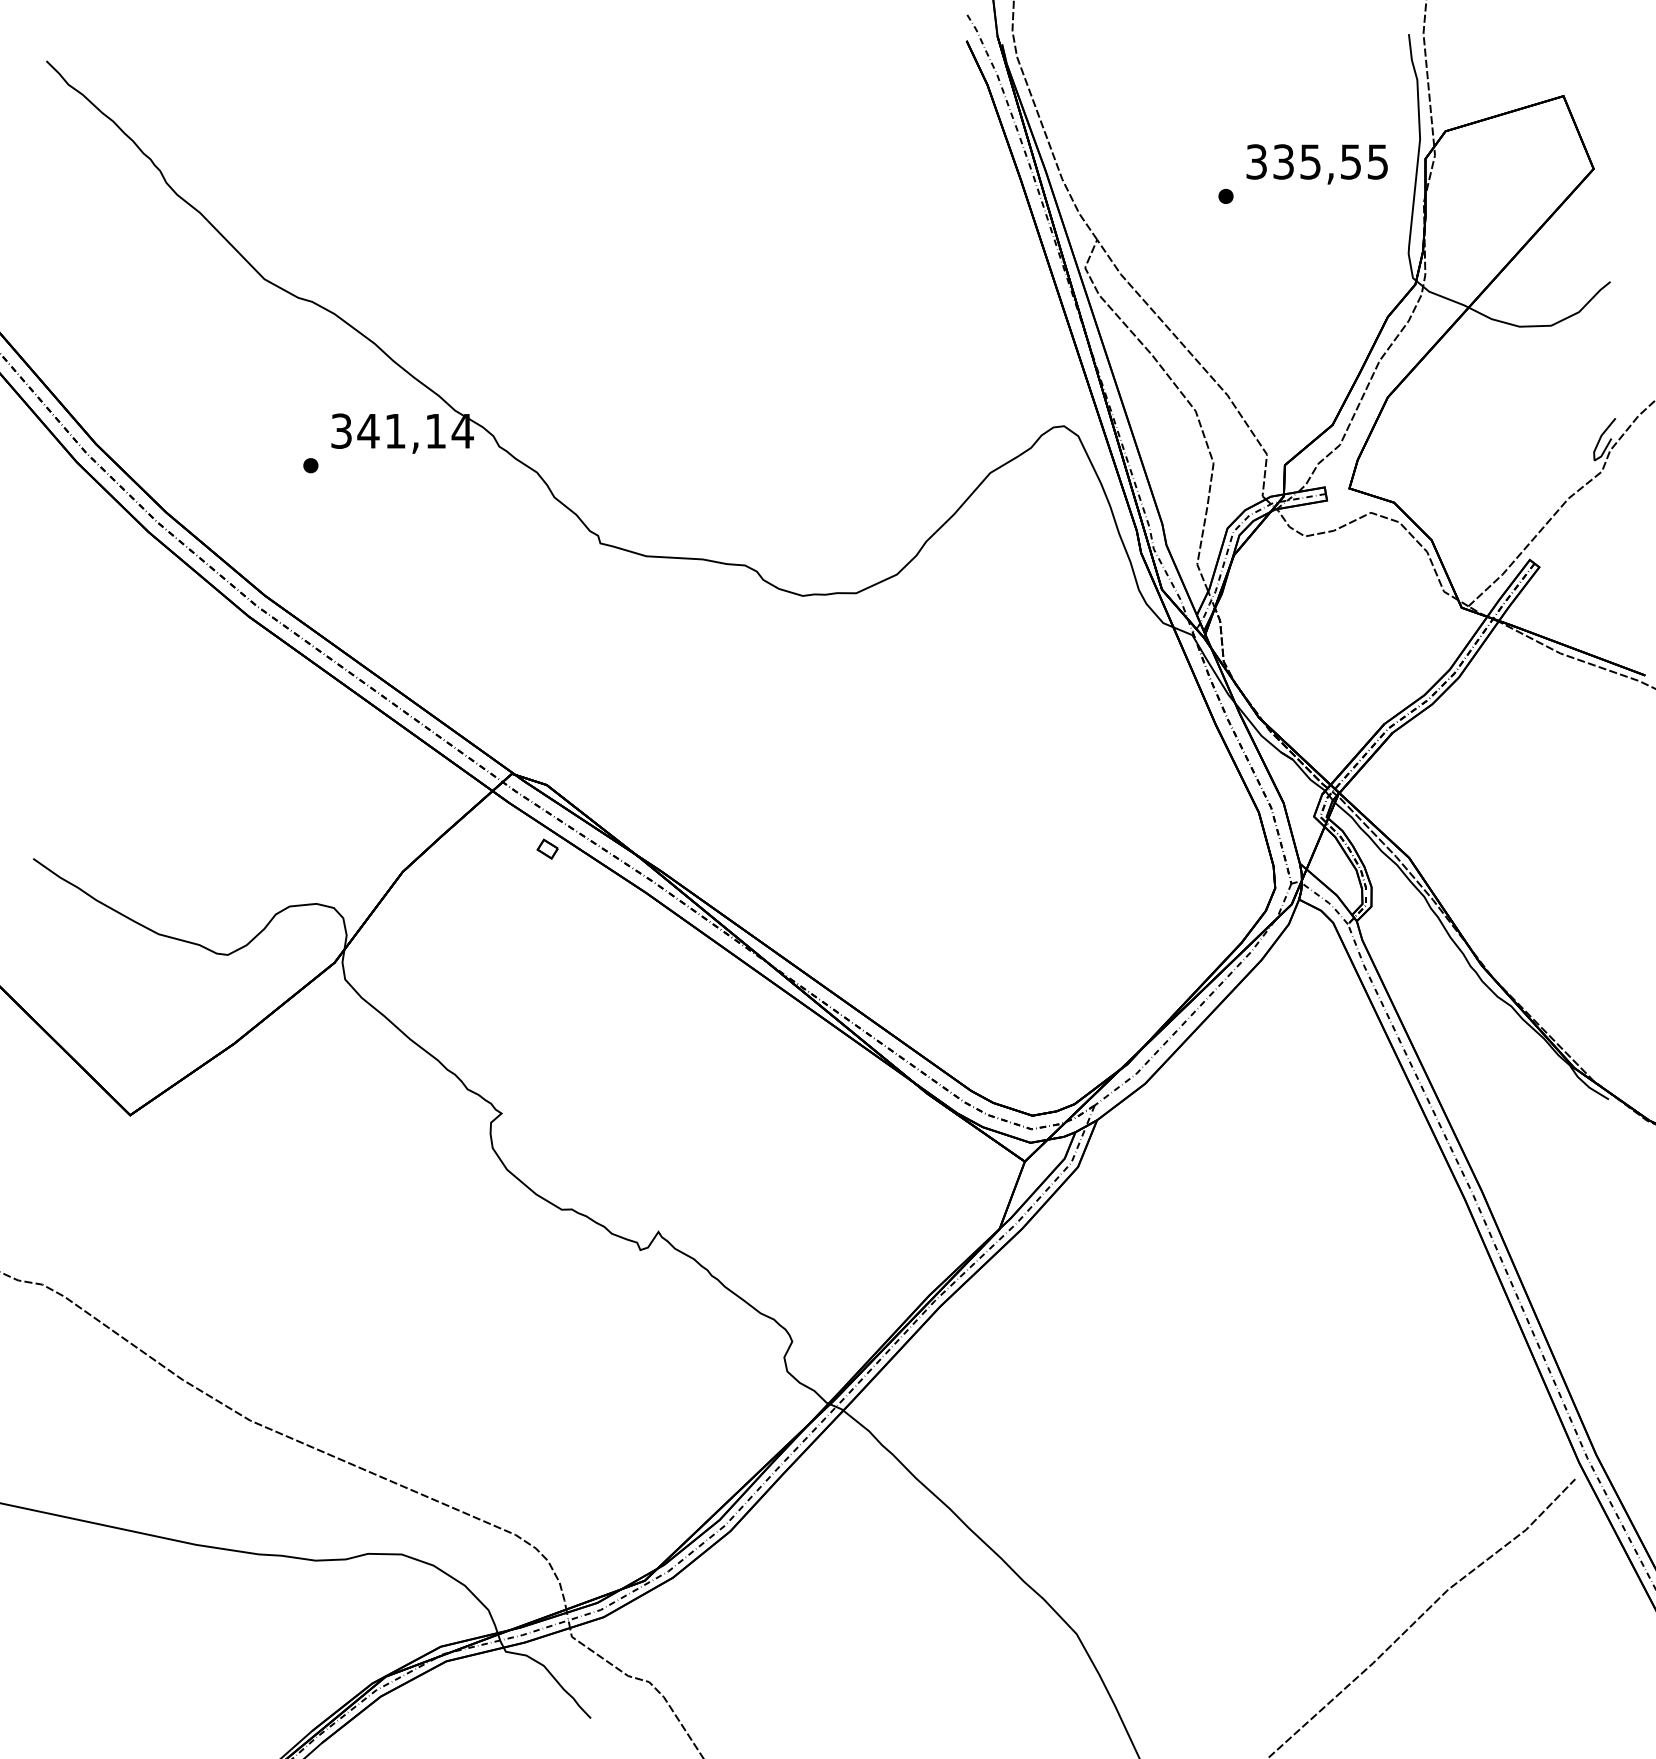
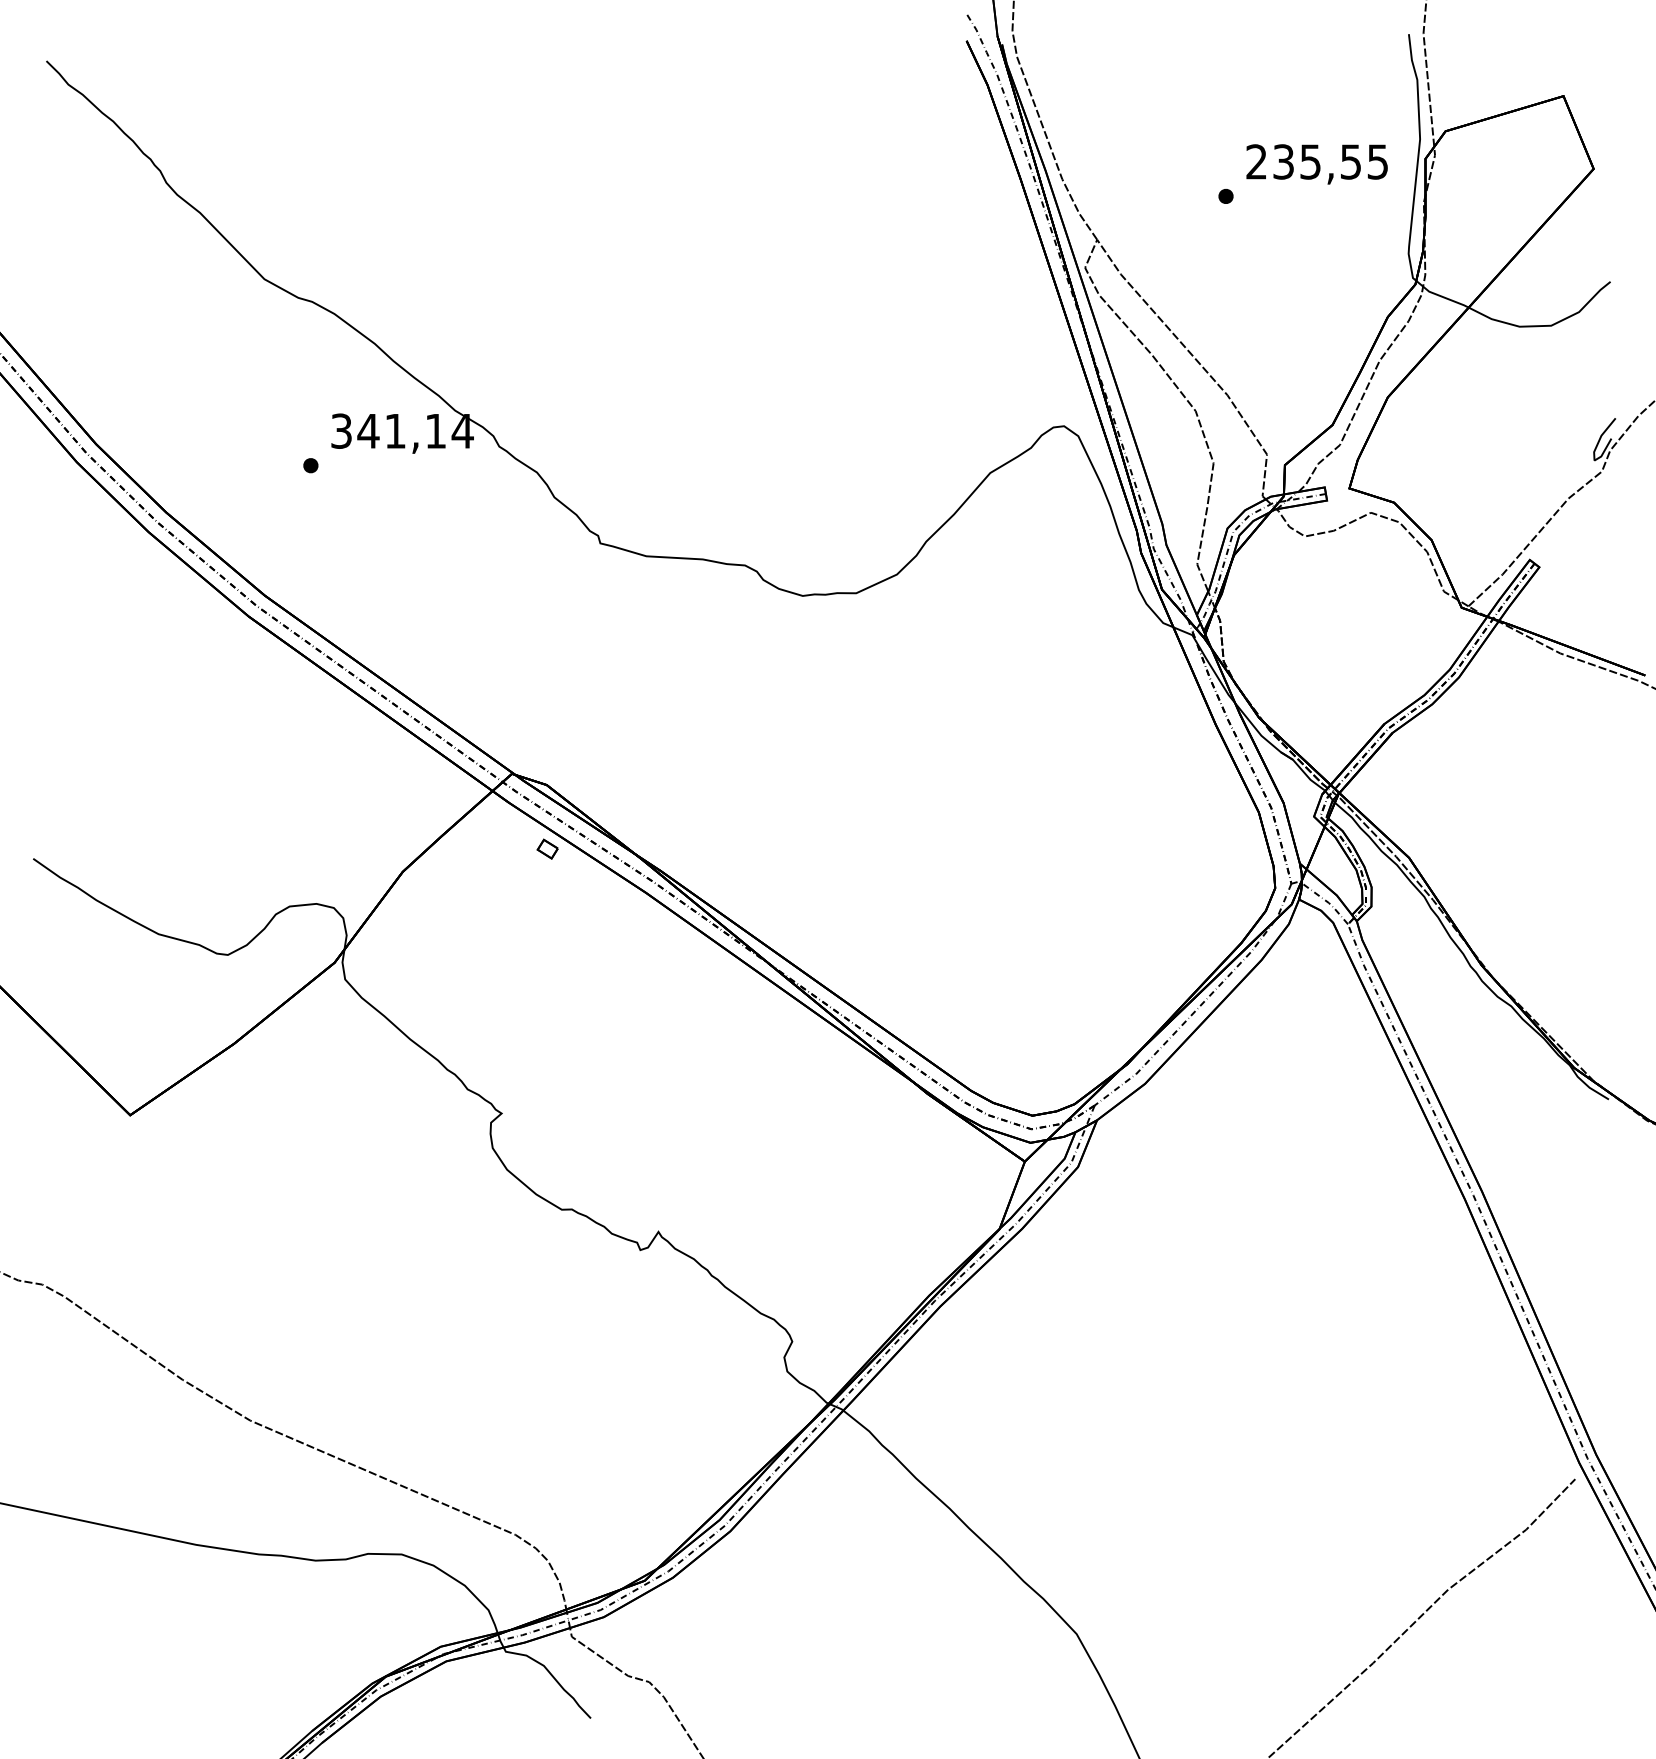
text at (1256, 161): 335,55 -> 235,55
